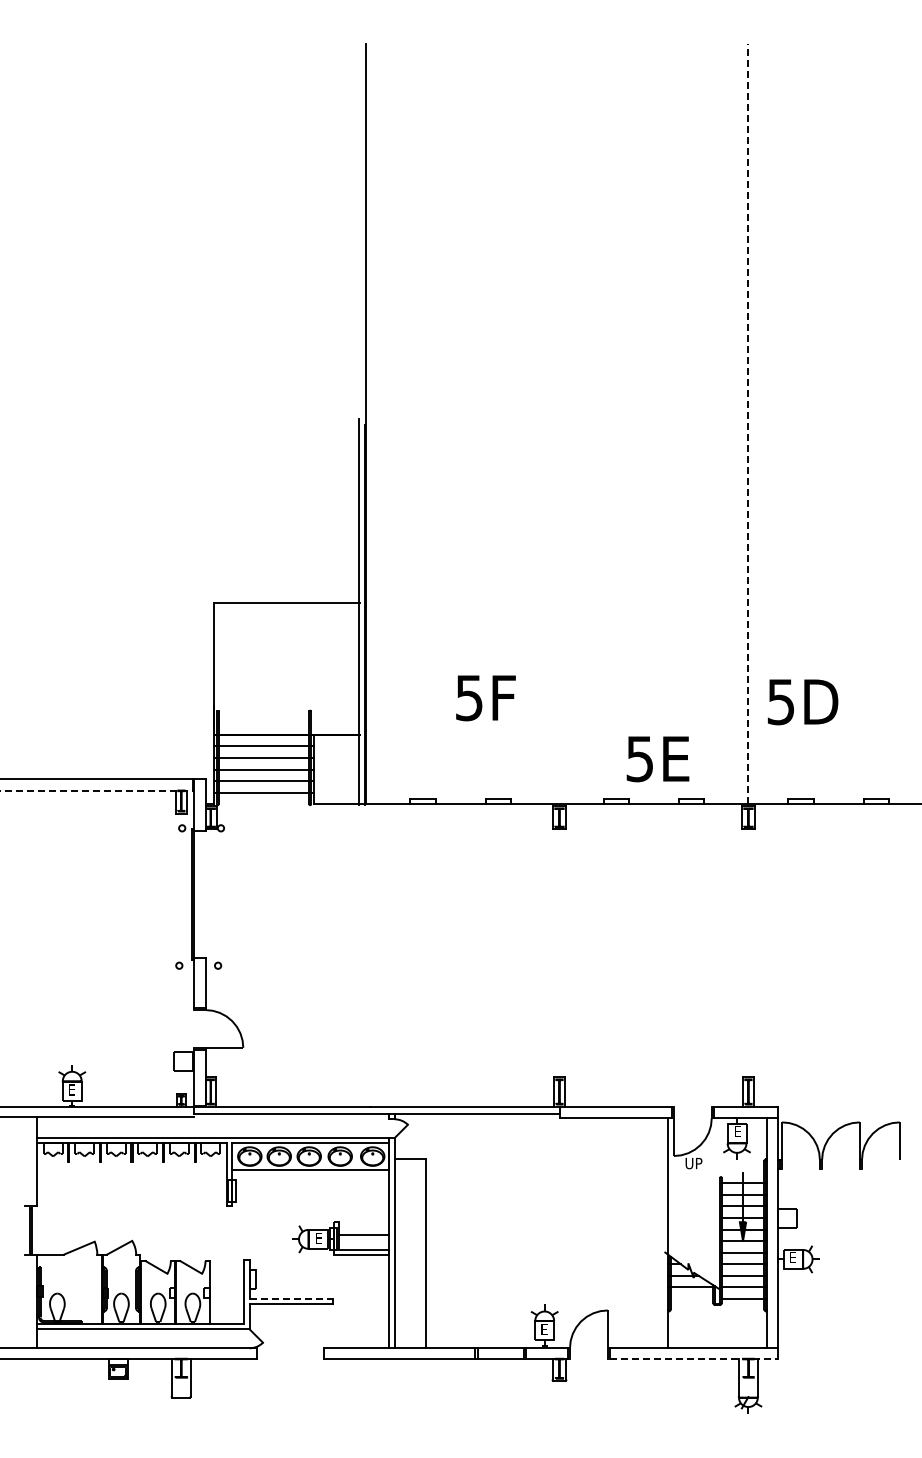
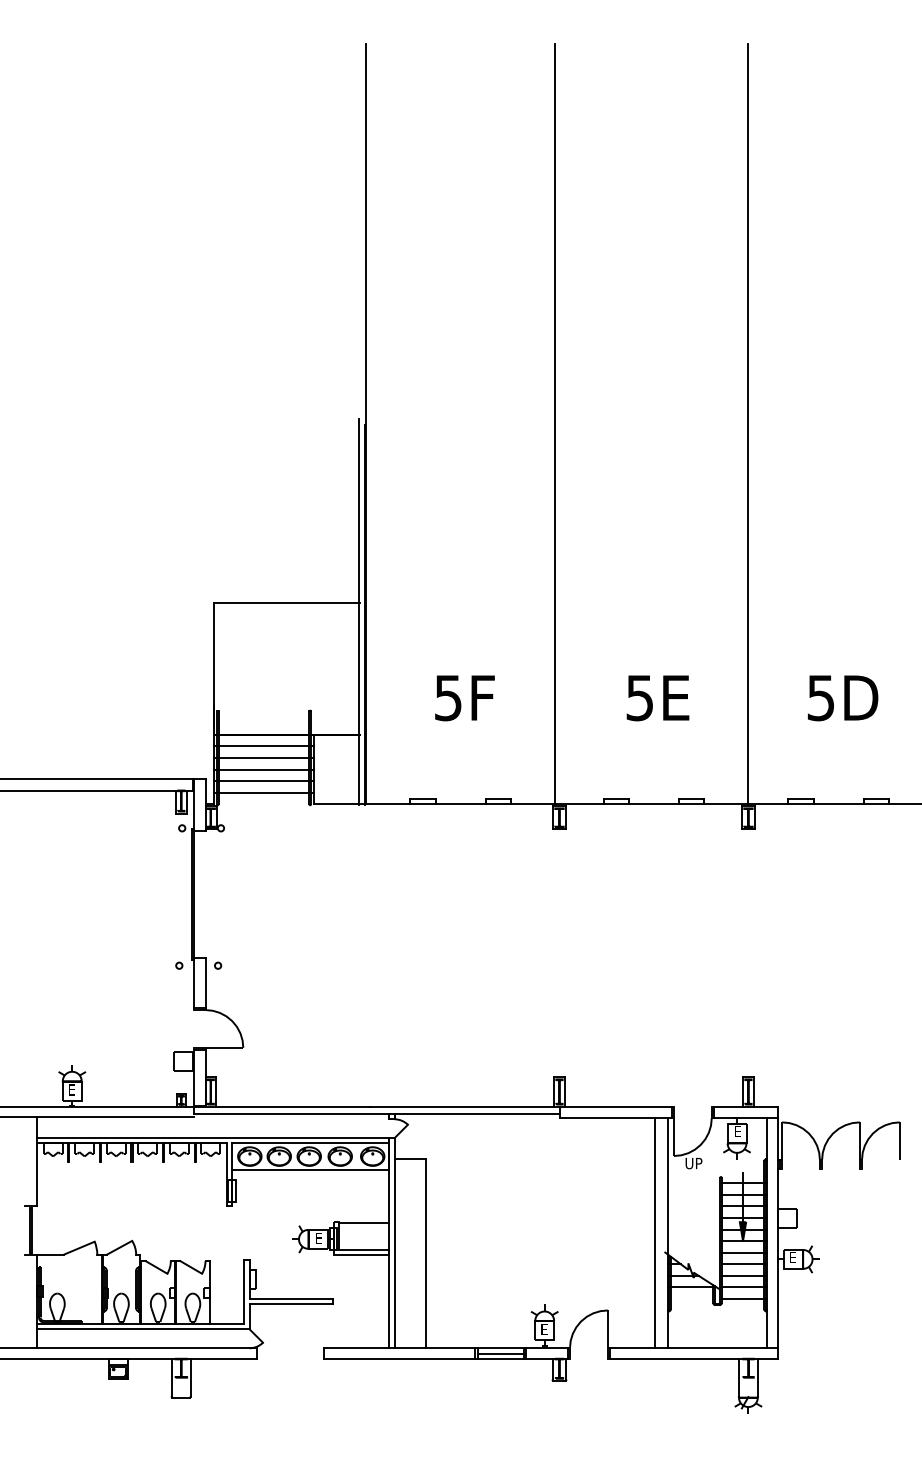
line at (555, 423): none -> present
line at (748, 423): dashed -> solid
text at (485, 698) position: (485, 698) -> (464, 698)
text at (803, 702) position: (803, 702) -> (843, 698)
text at (657, 759) position: (657, 759) -> (657, 698)
line at (97, 790): dashed -> solid
line at (655, 1233): none -> present
line at (363, 1235) position: (363, 1235) -> (363, 1223)
line at (291, 1298): dashed -> solid
line at (500, 1353): none -> present
line at (694, 1358): dashed -> solid
